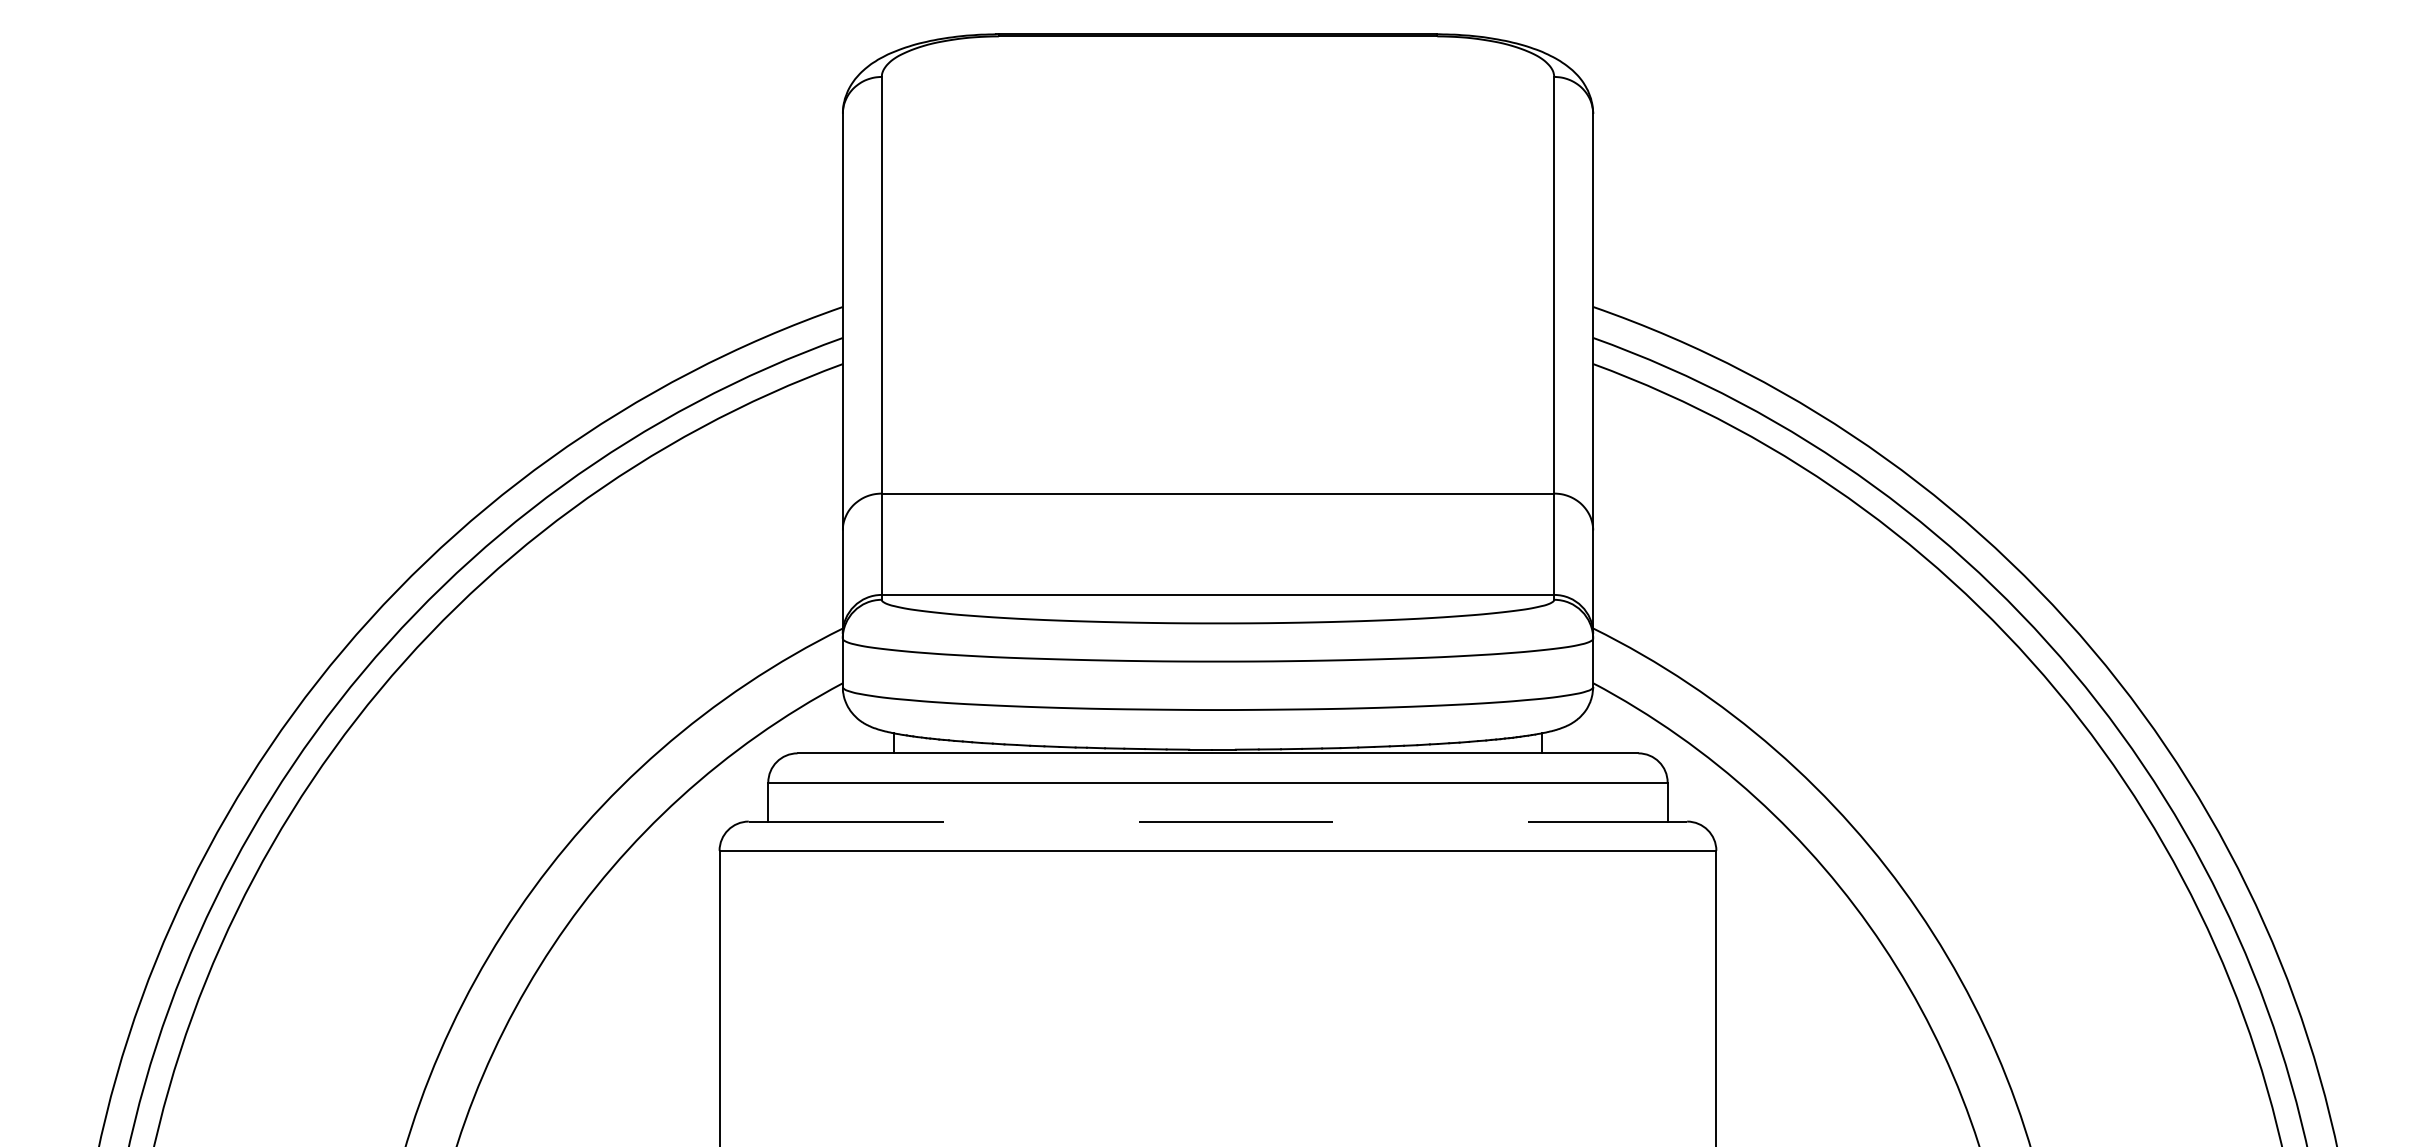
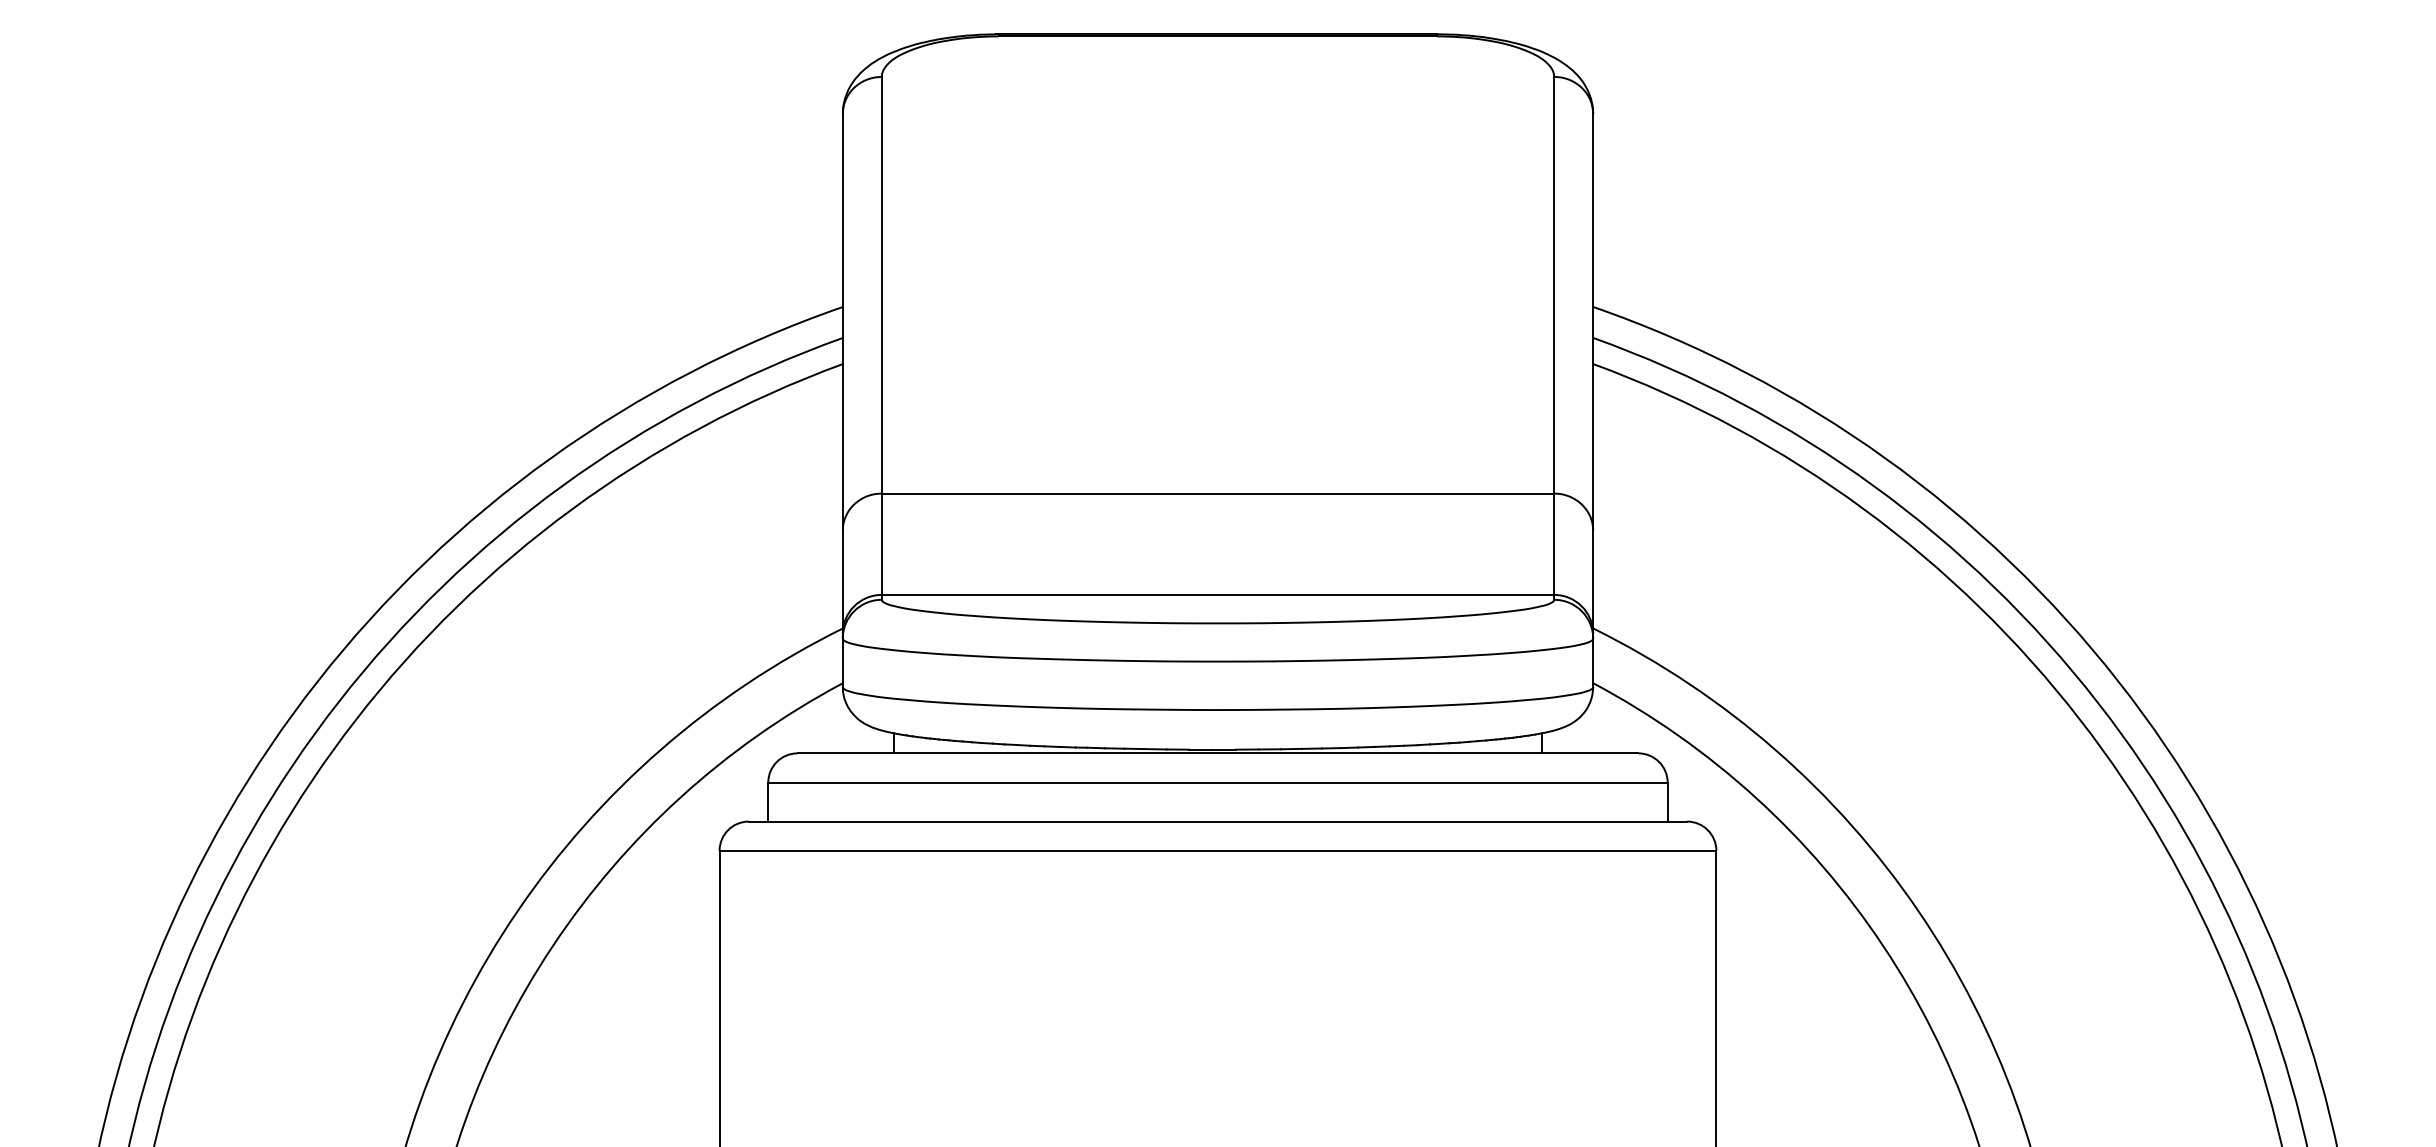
line at (1218, 821): dashed -> solid
